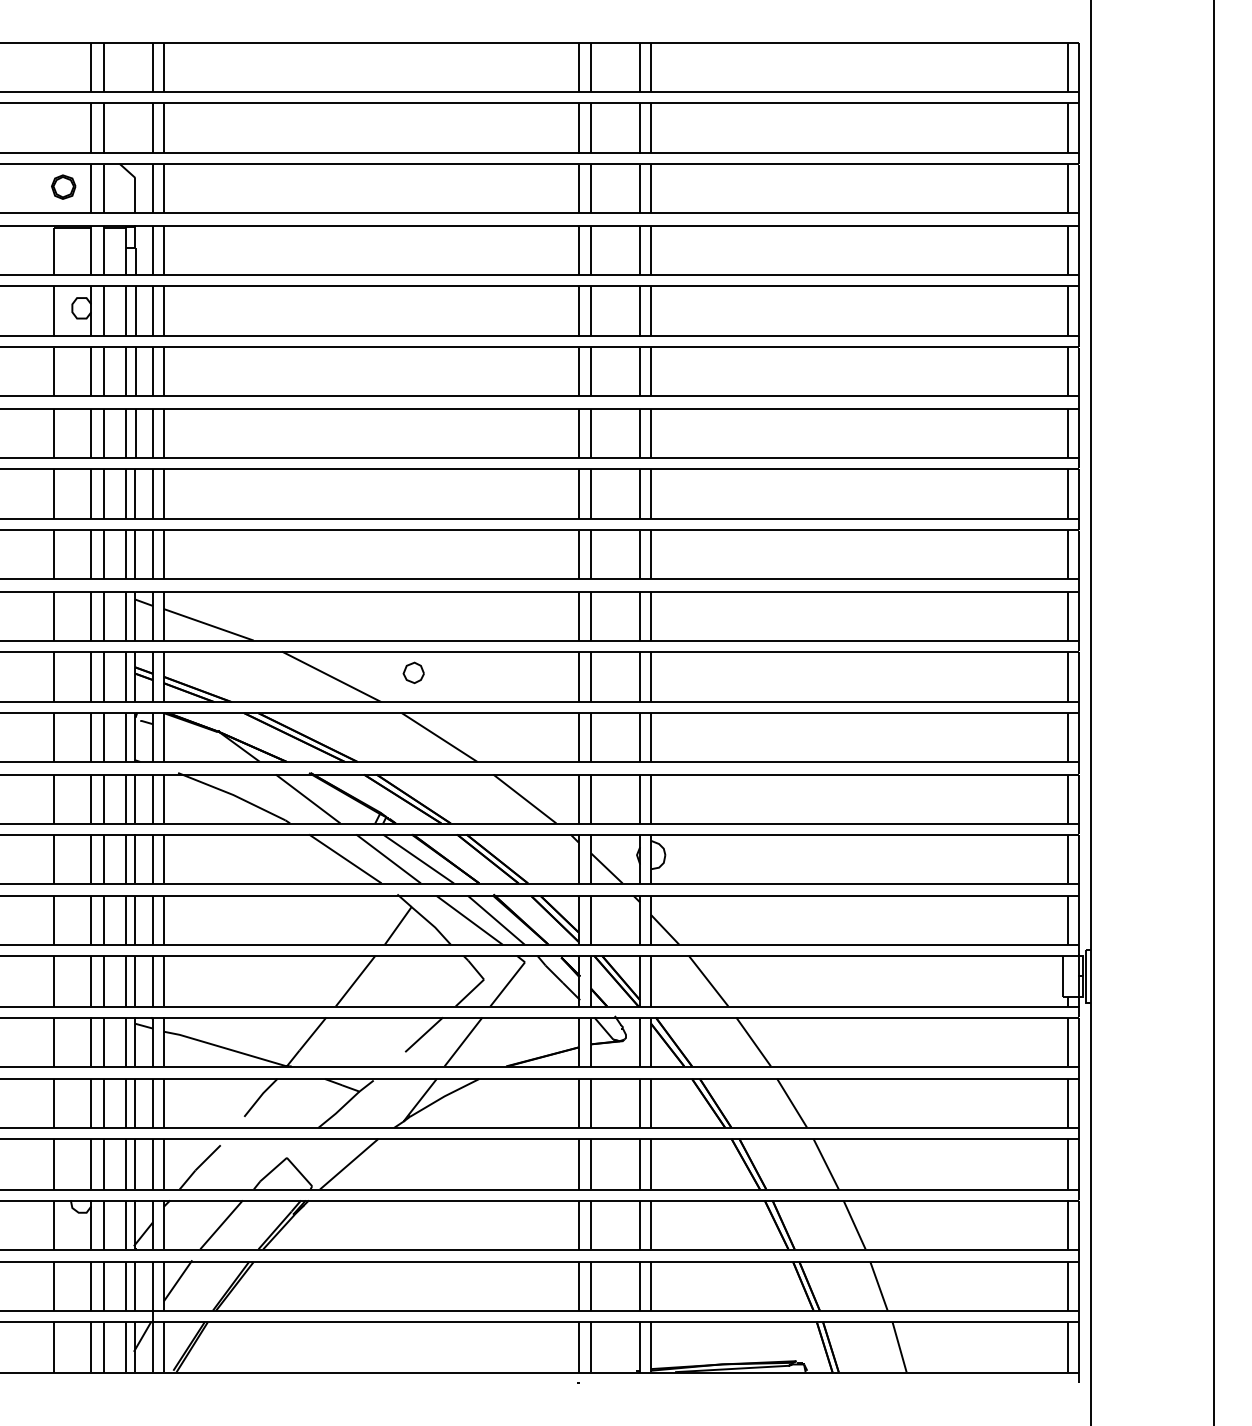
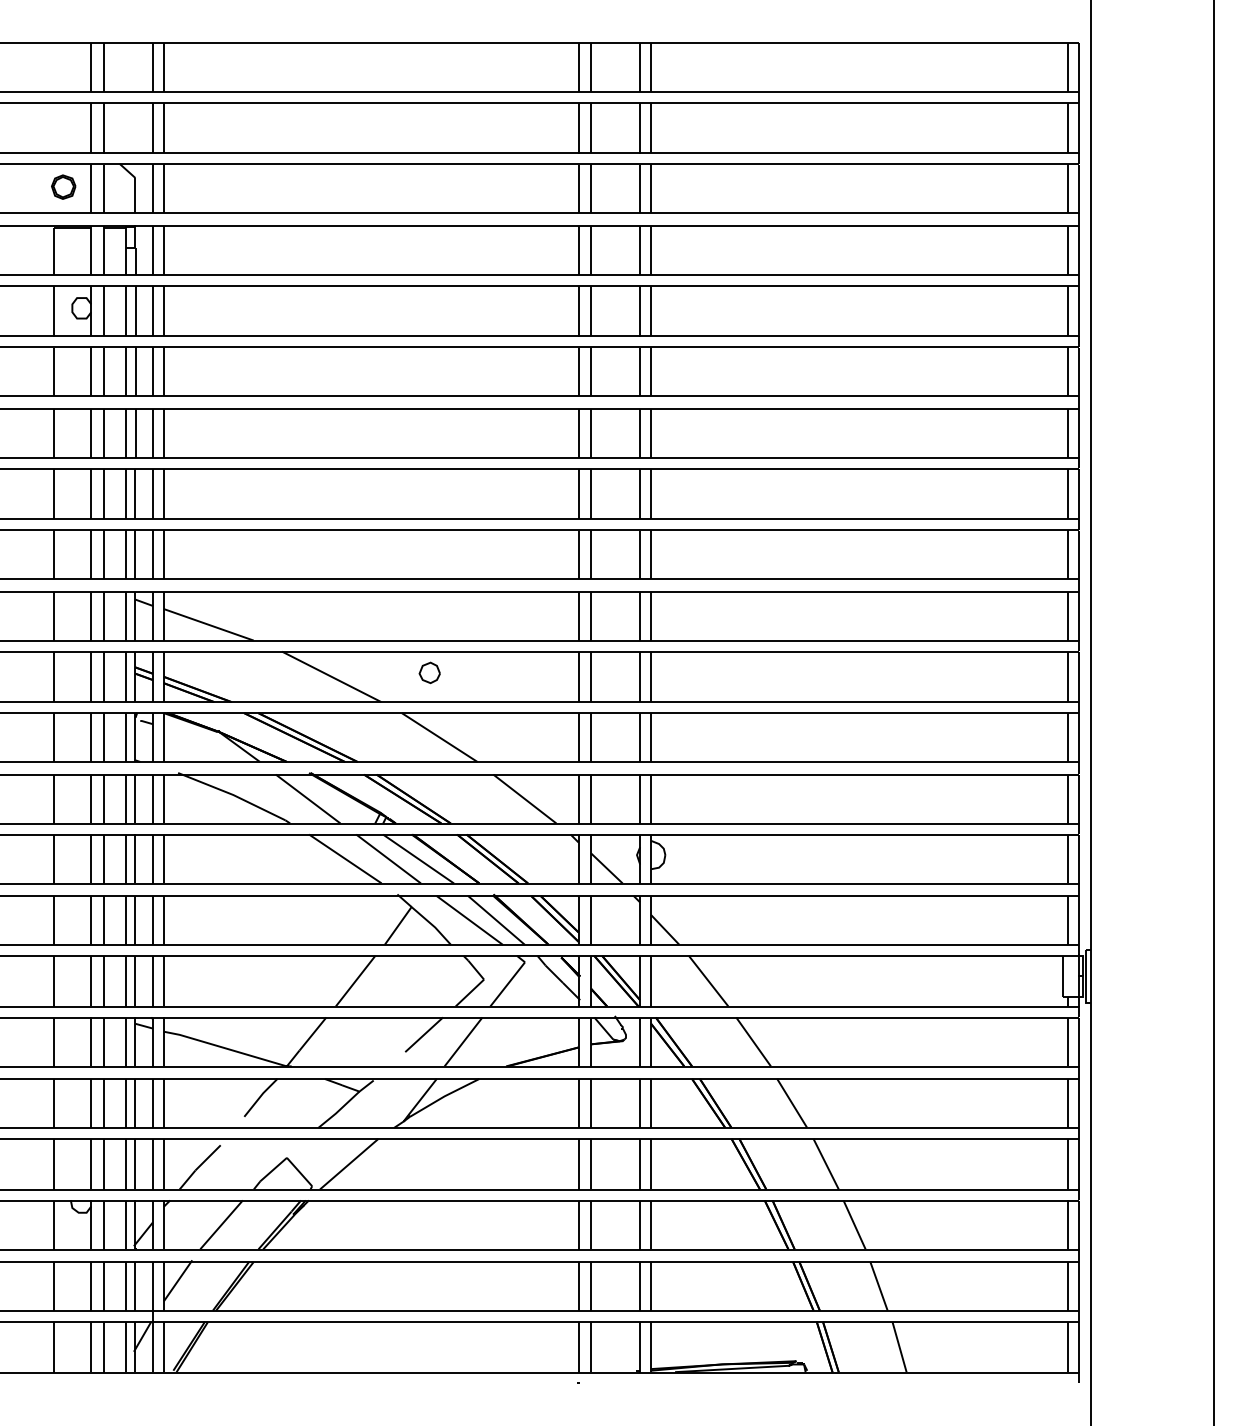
part at (413, 672) position: (413, 672) -> (429, 672)
